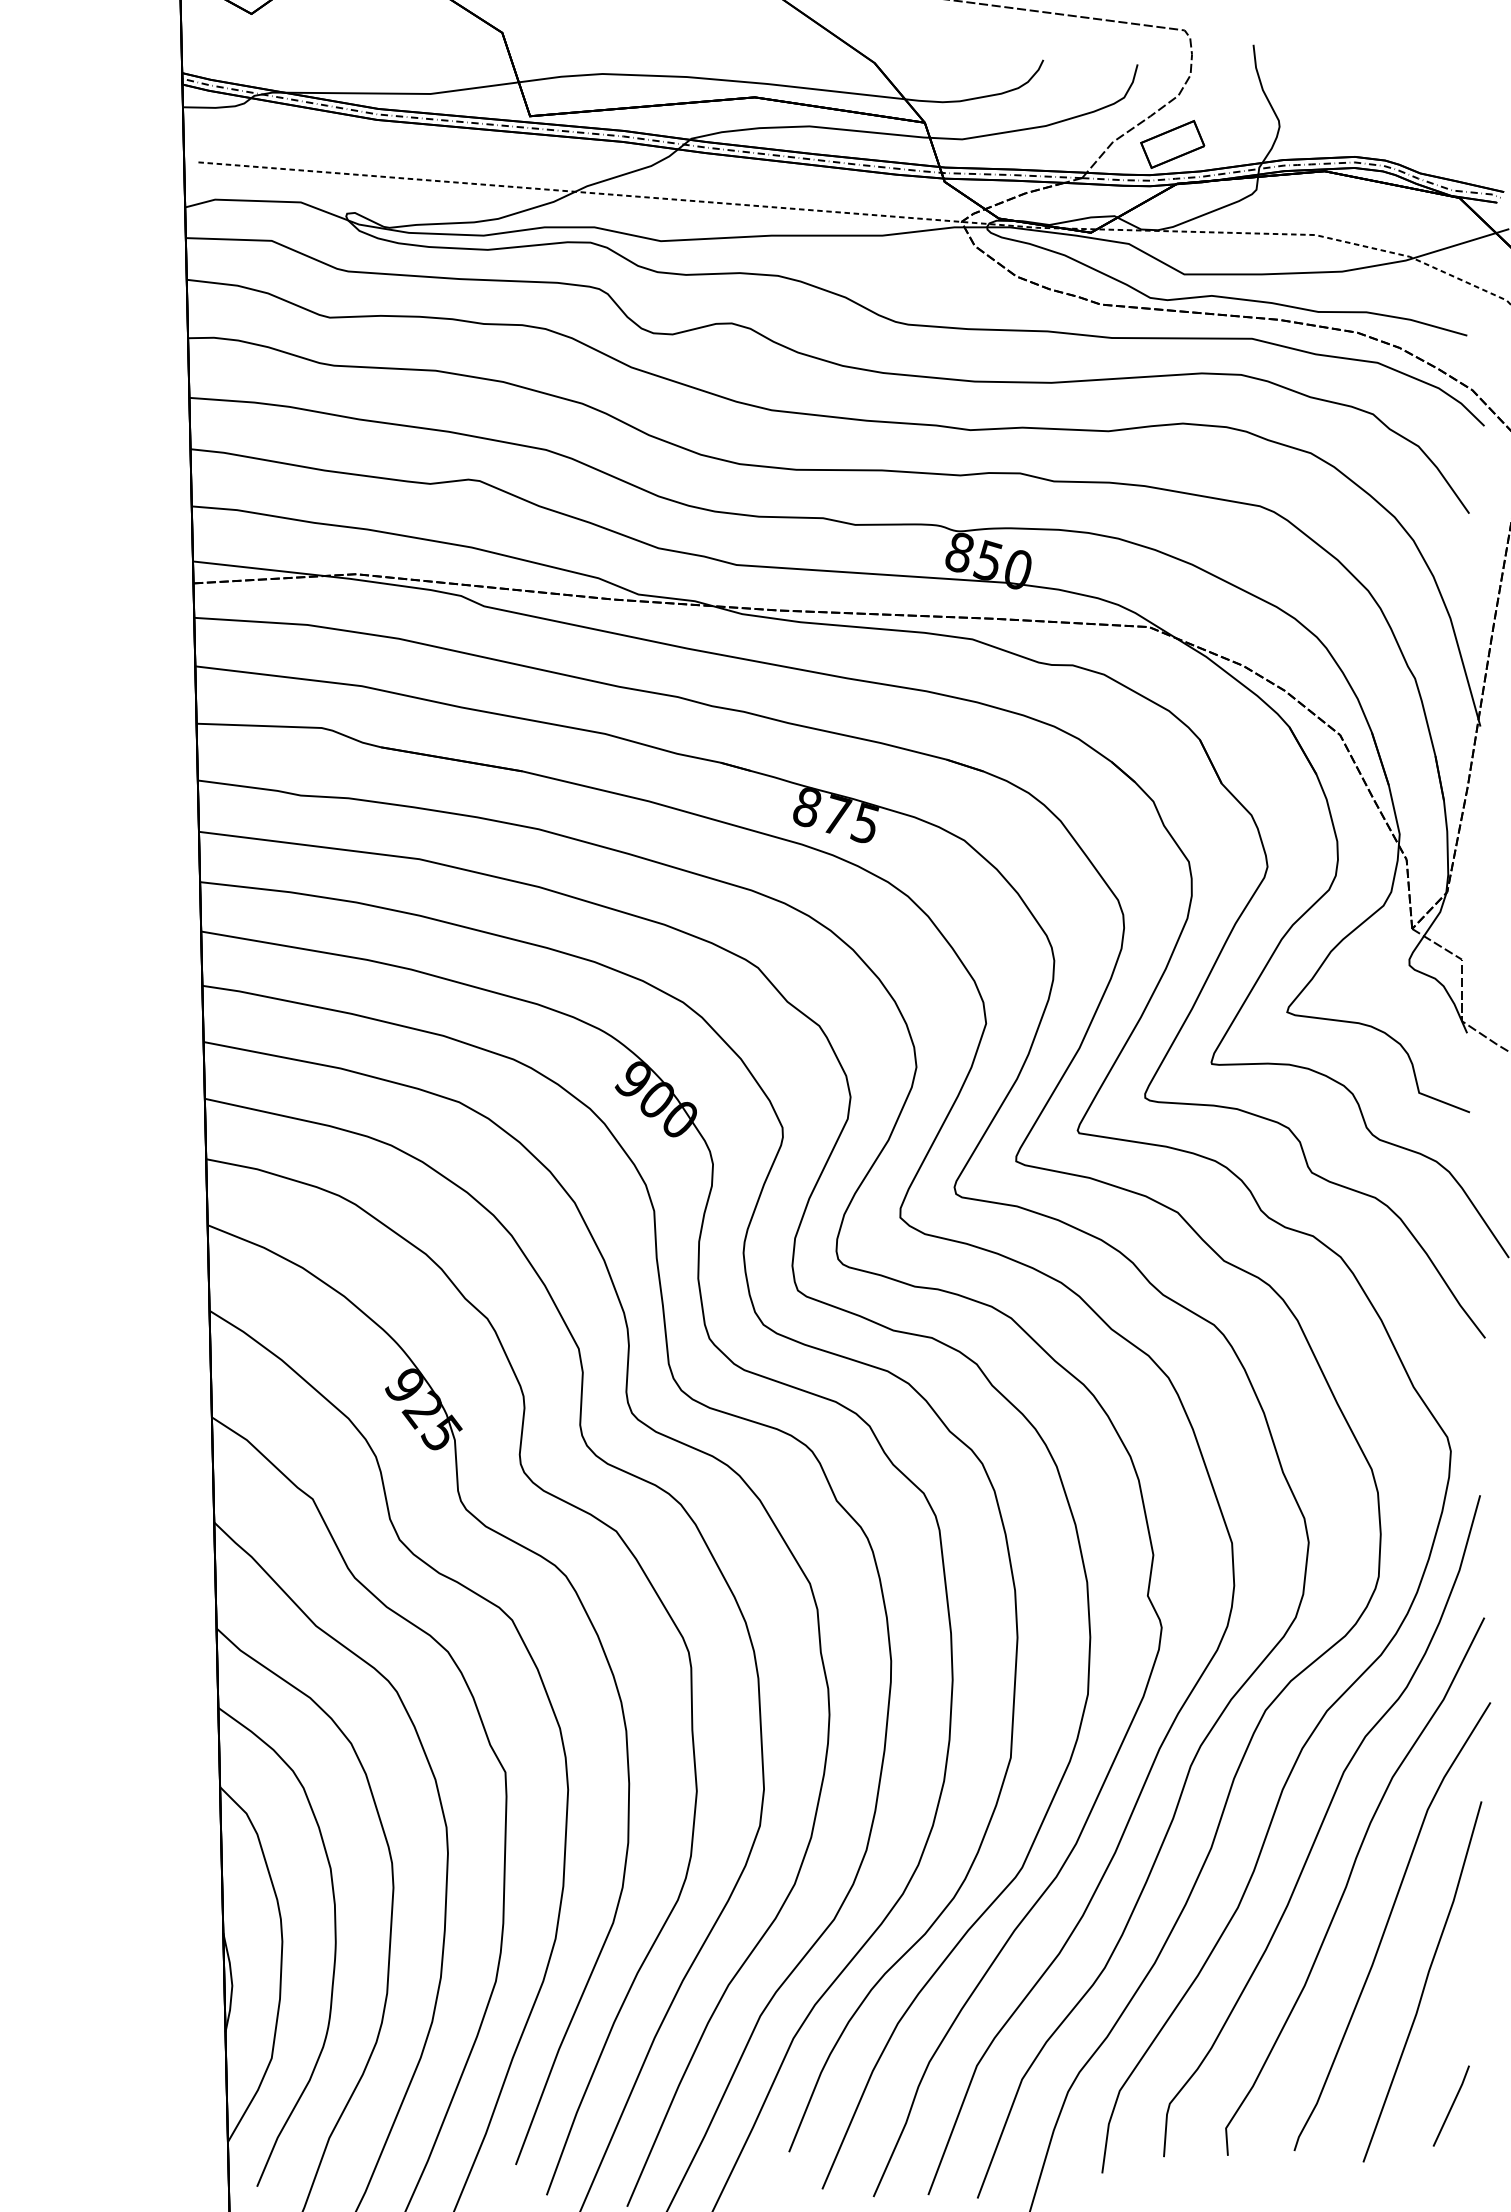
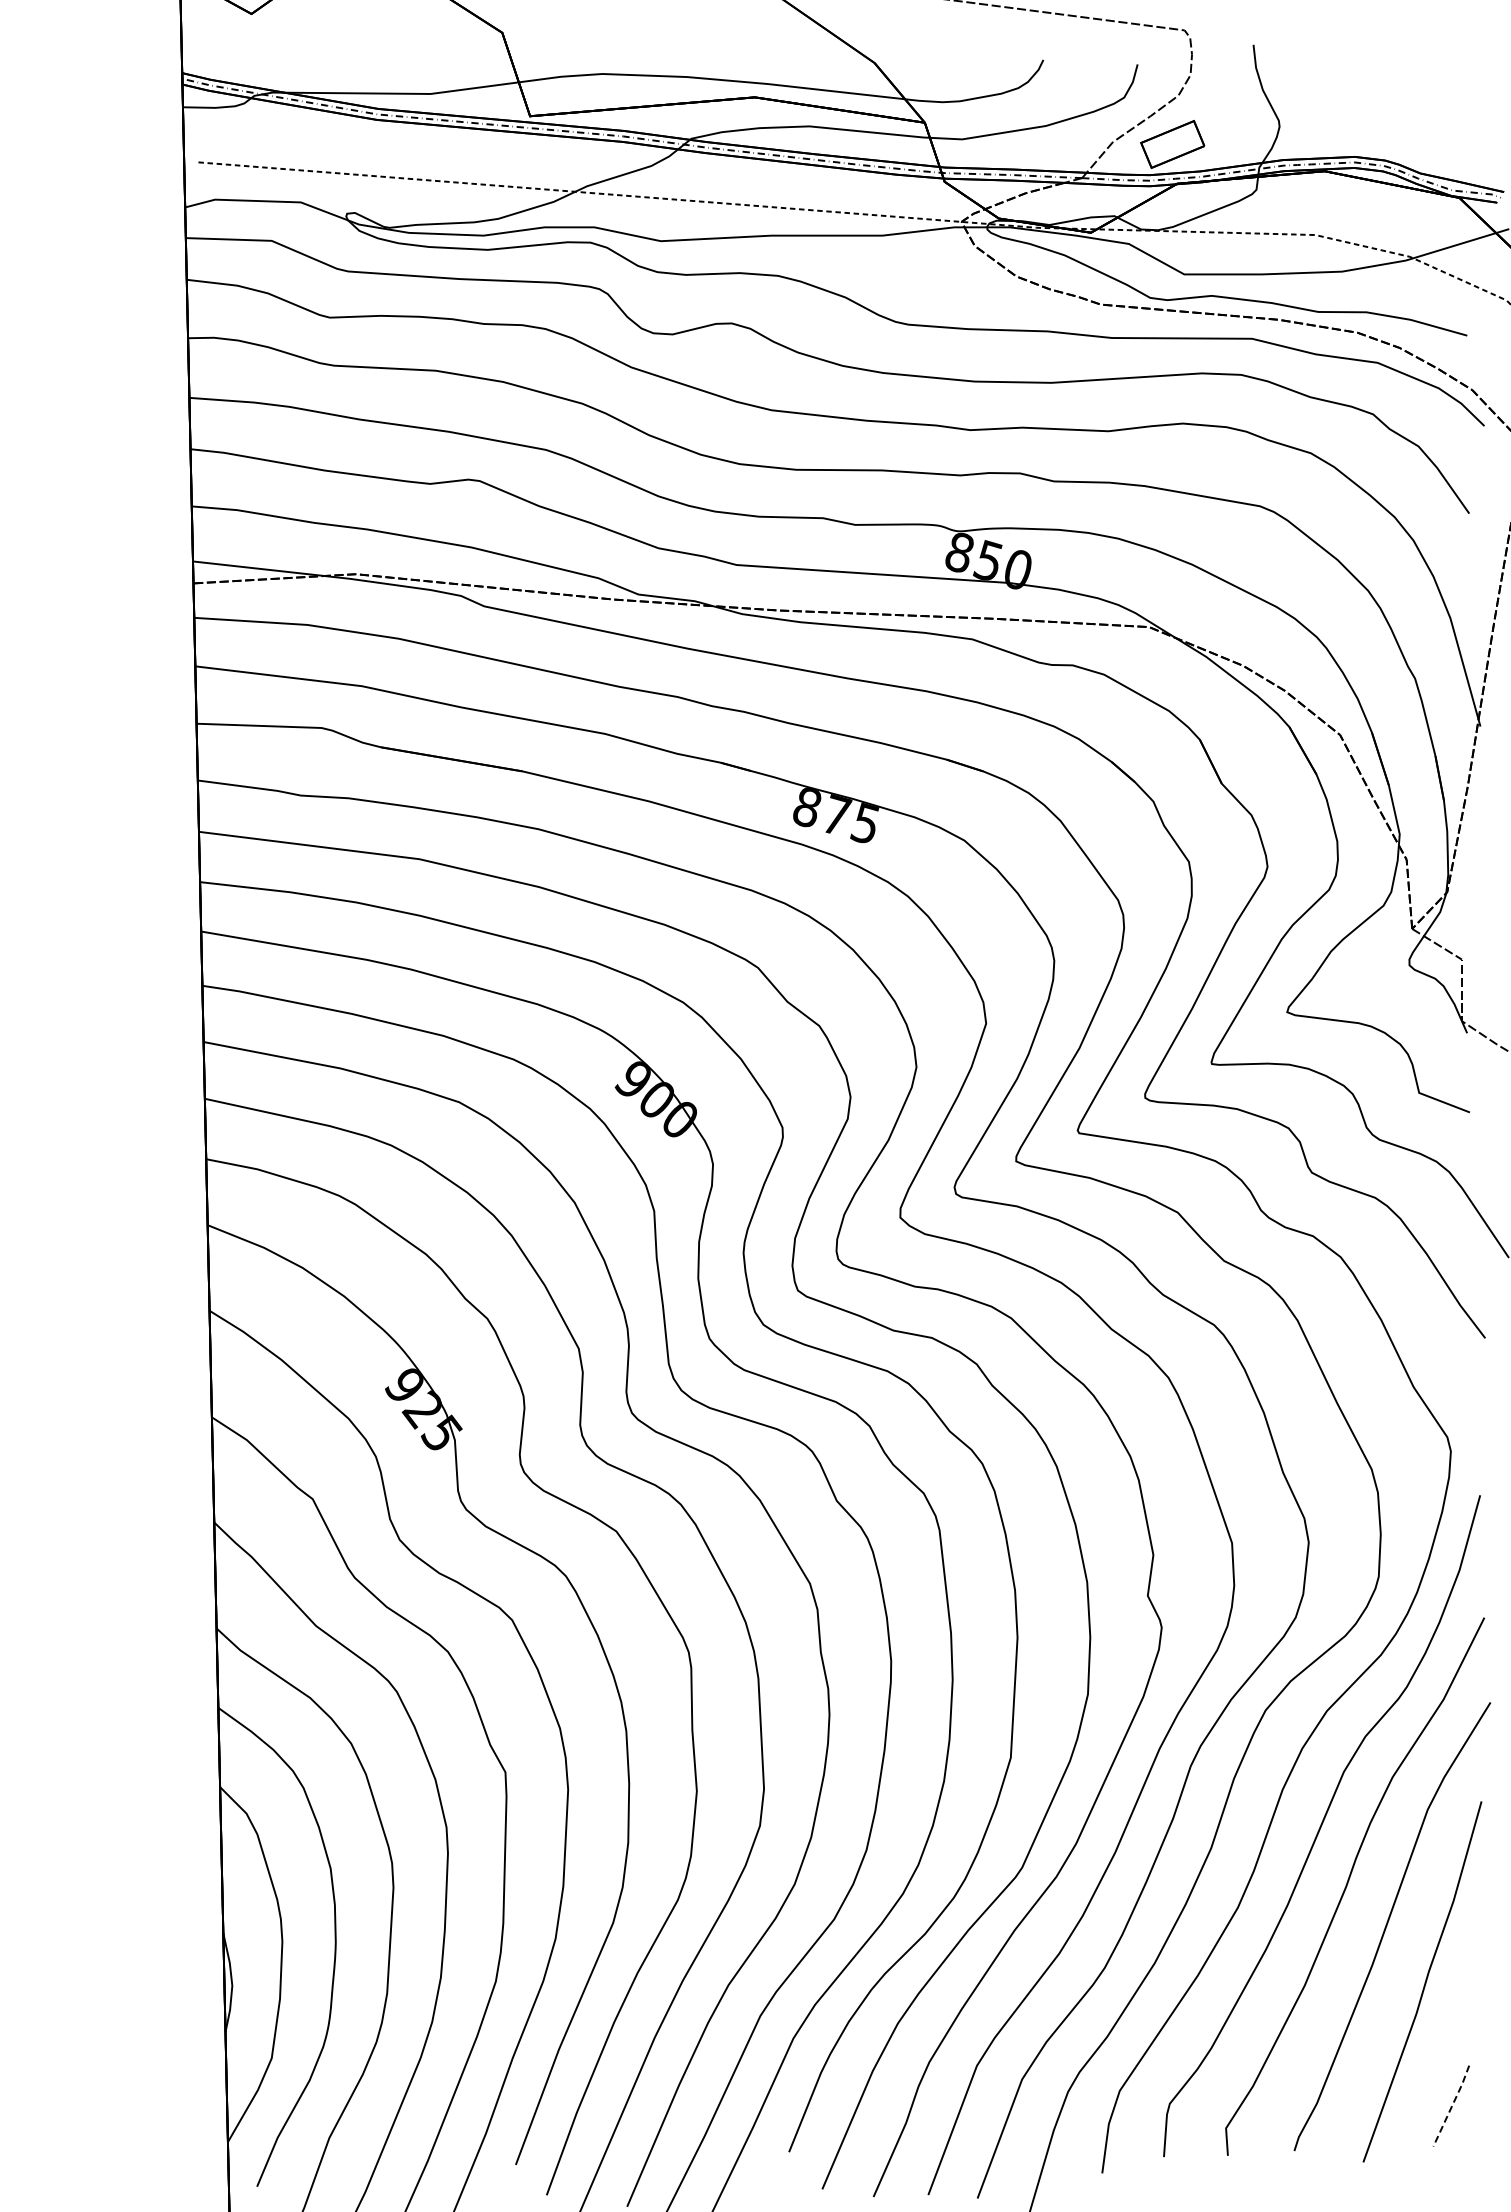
line at (1452, 2105): solid -> dashed
